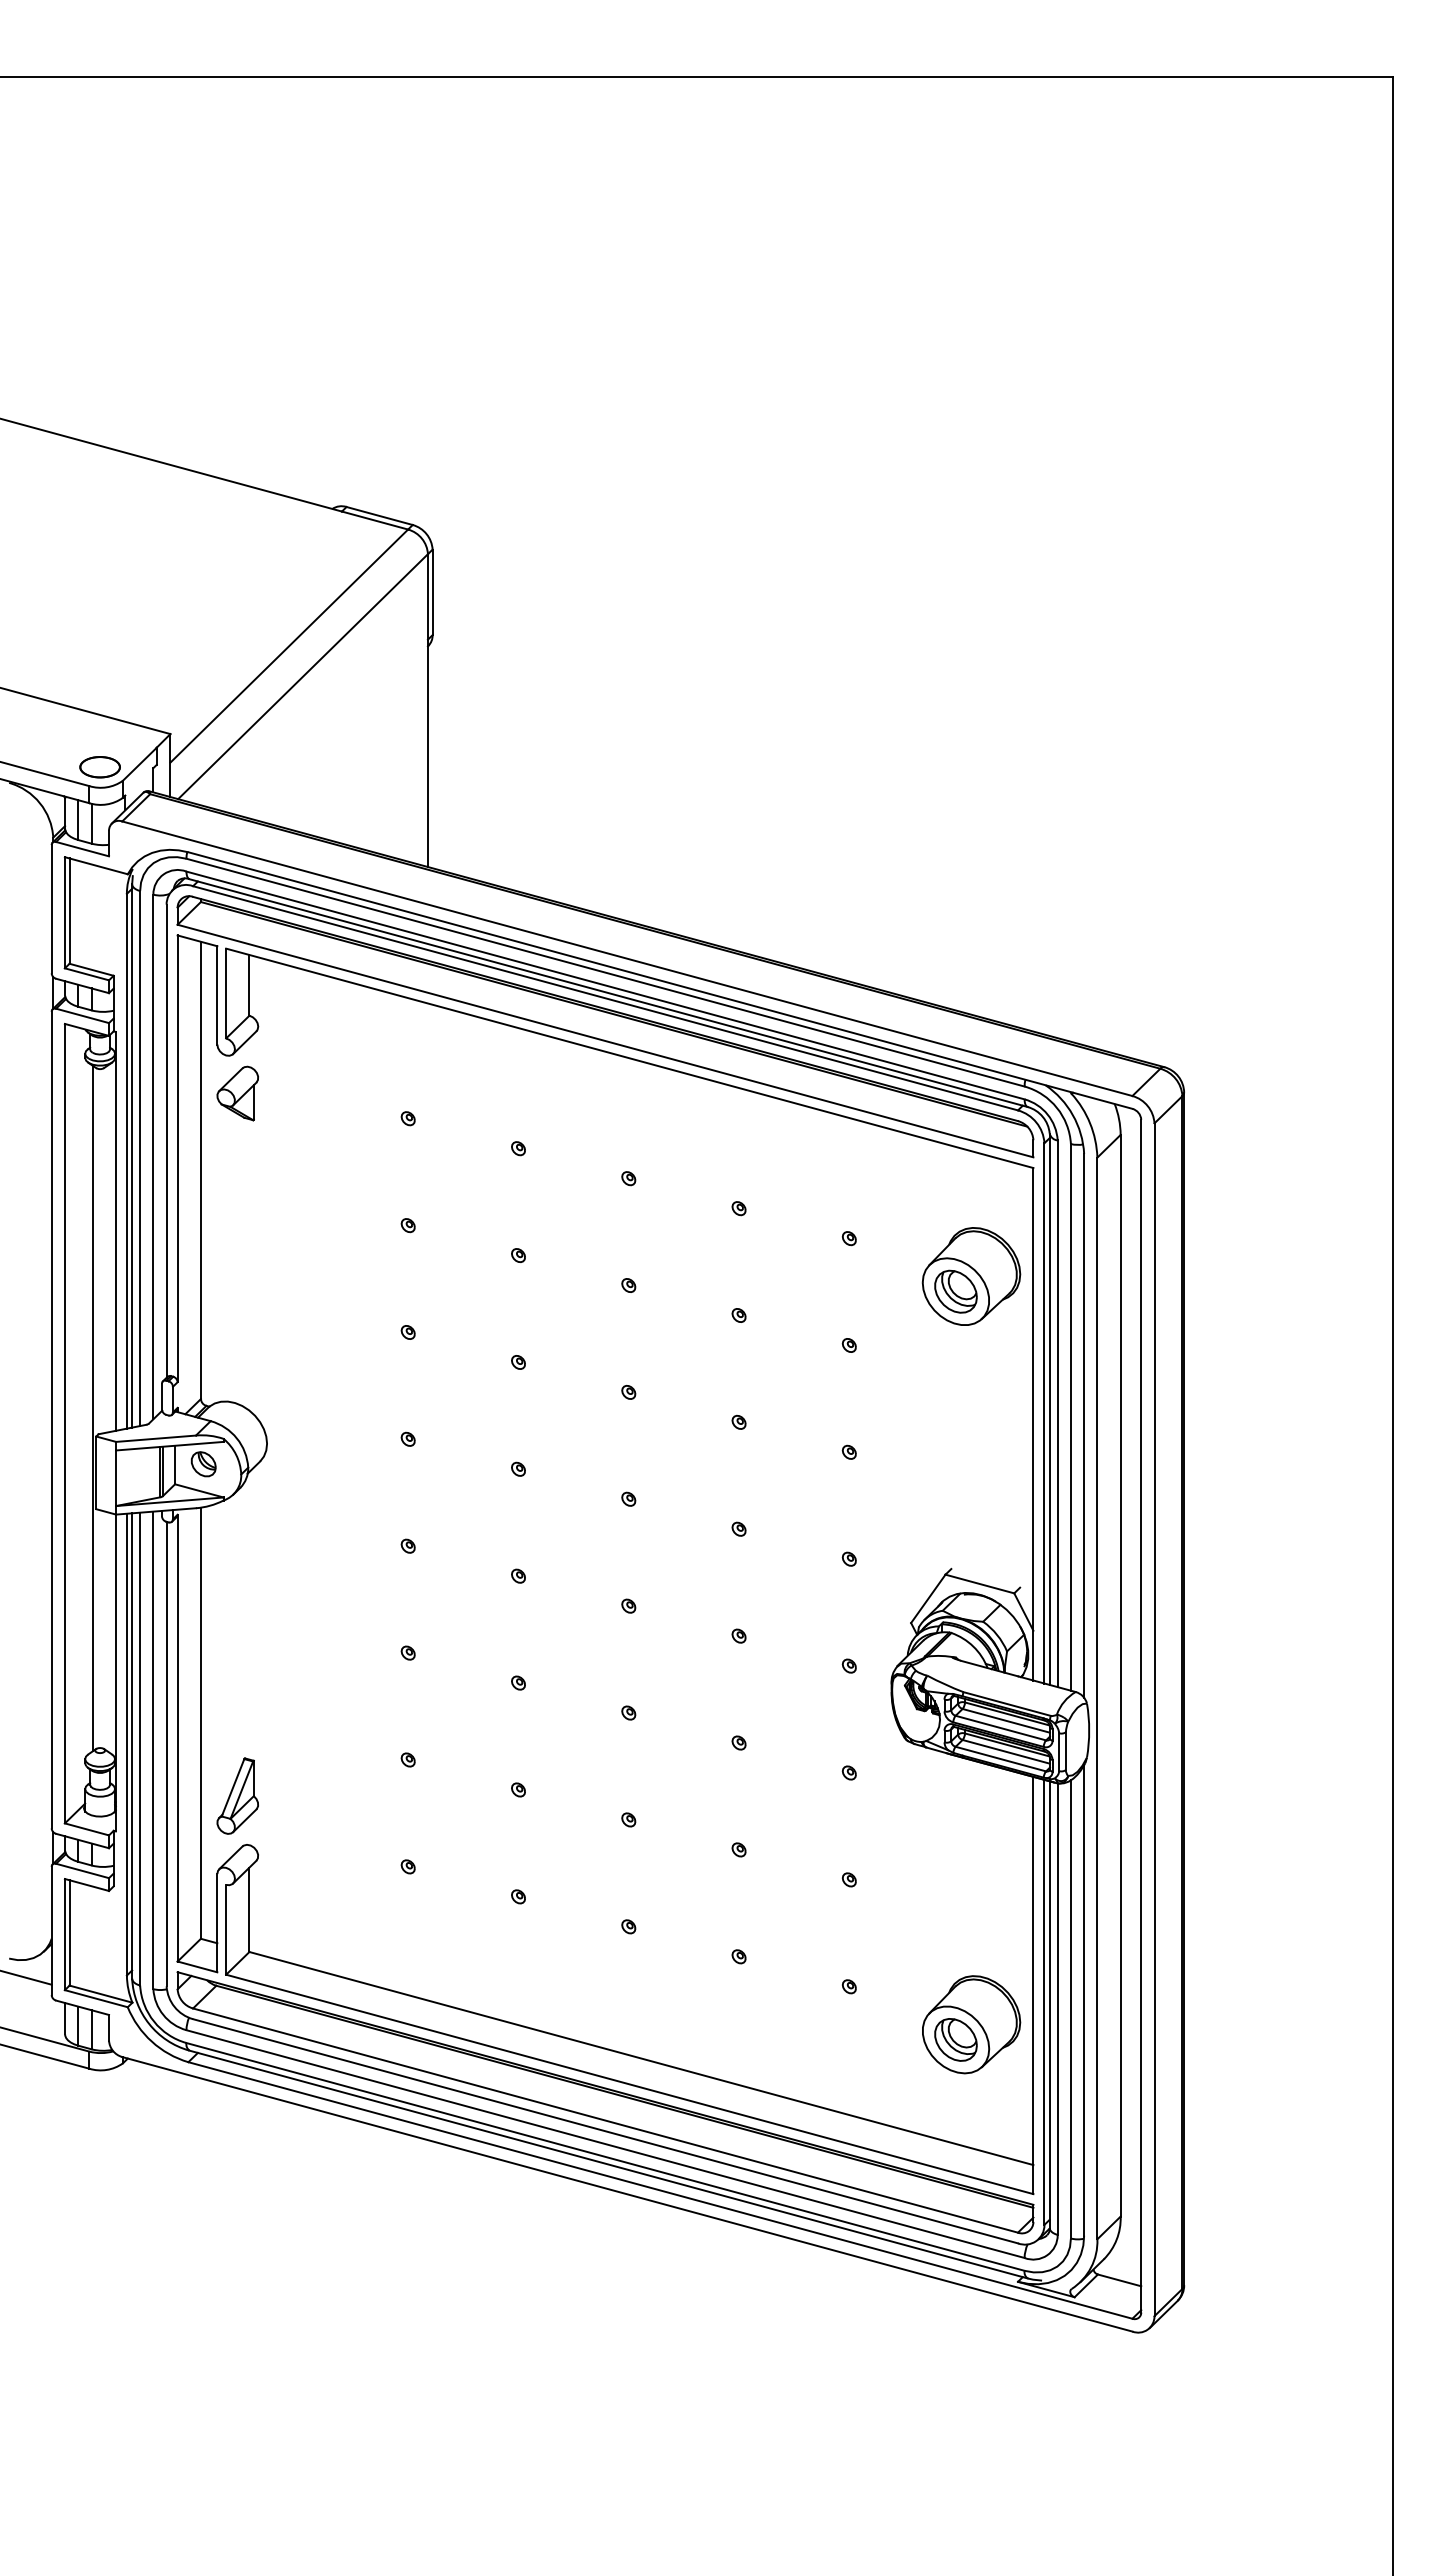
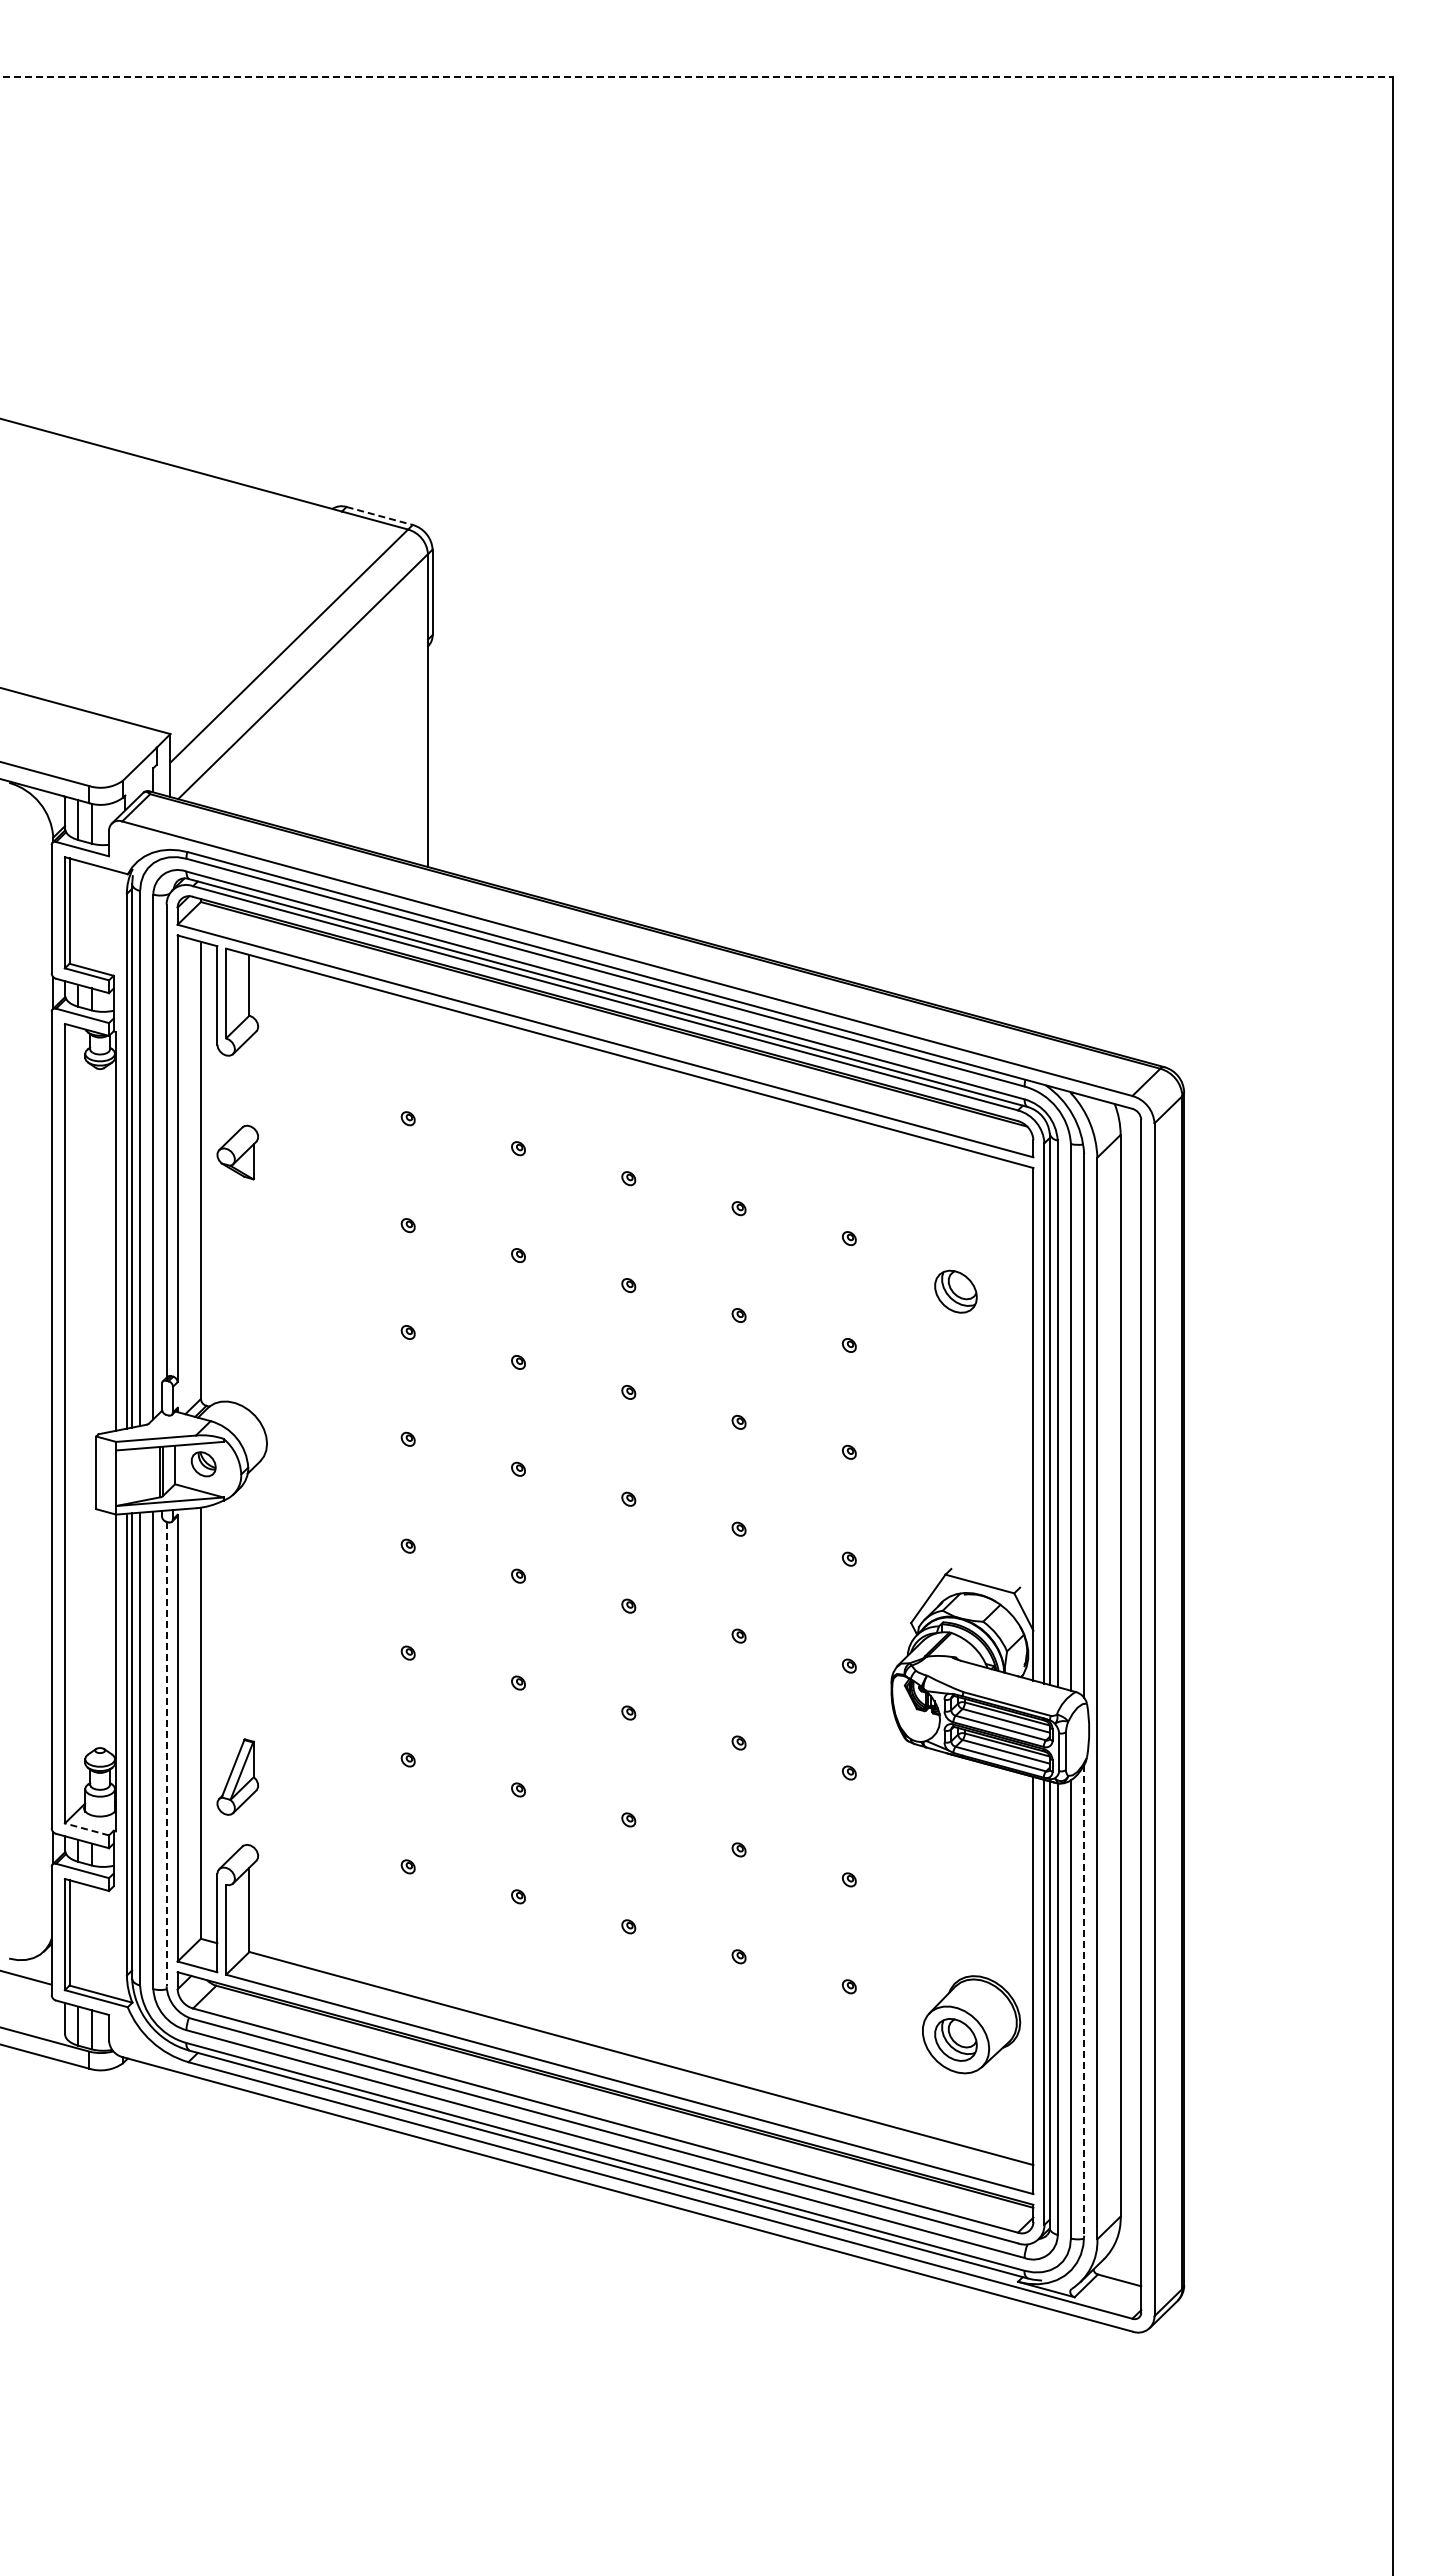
line at (697, 77): solid -> dashed
line at (380, 516): solid -> dashed
part at (99, 767): present -> none
part at (237, 1093) position: (237, 1093) -> (237, 1152)
part at (971, 1276): present -> none
line at (92, 1408): present -> none
line at (166, 1754): solid -> dashed
part at (237, 1795) position: (237, 1795) -> (237, 1776)
line at (86, 1829): solid -> dashed
line at (1084, 2000): solid -> dashed
